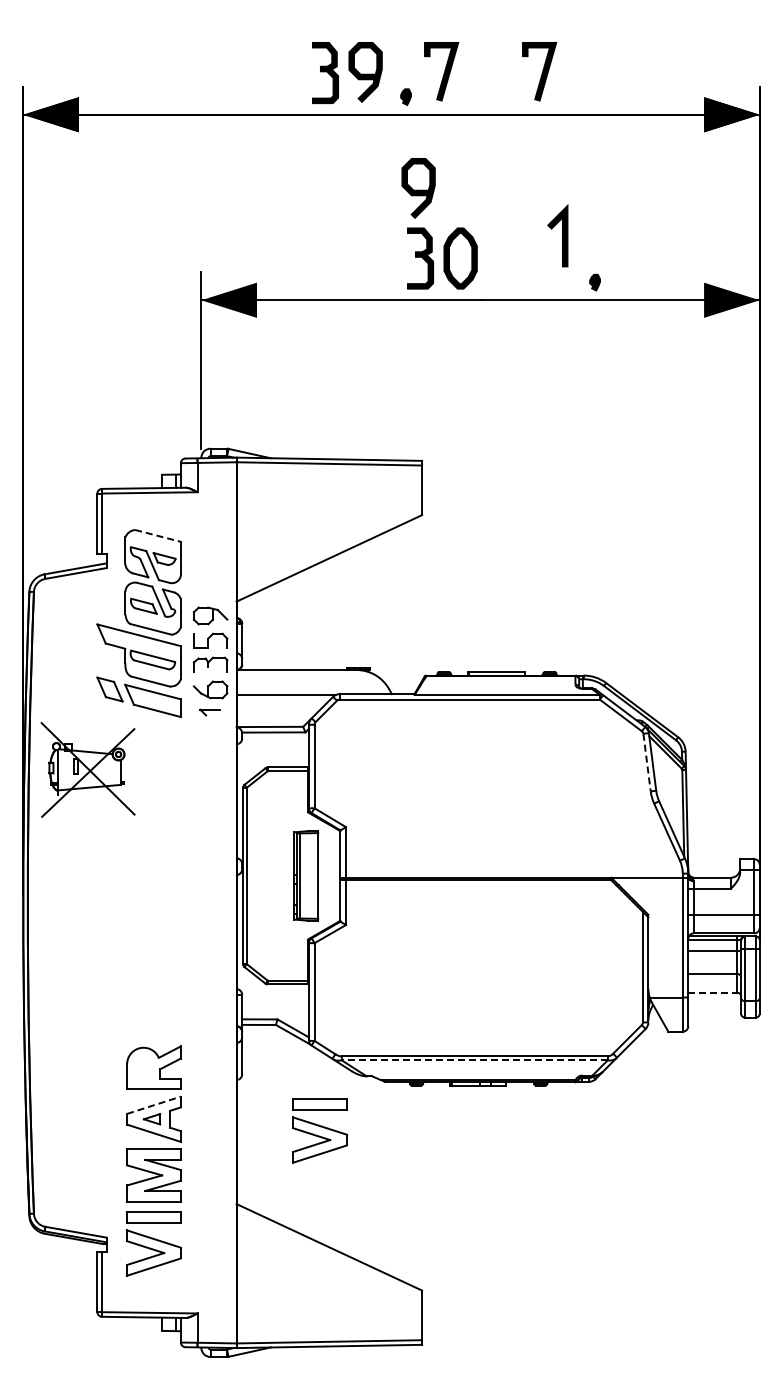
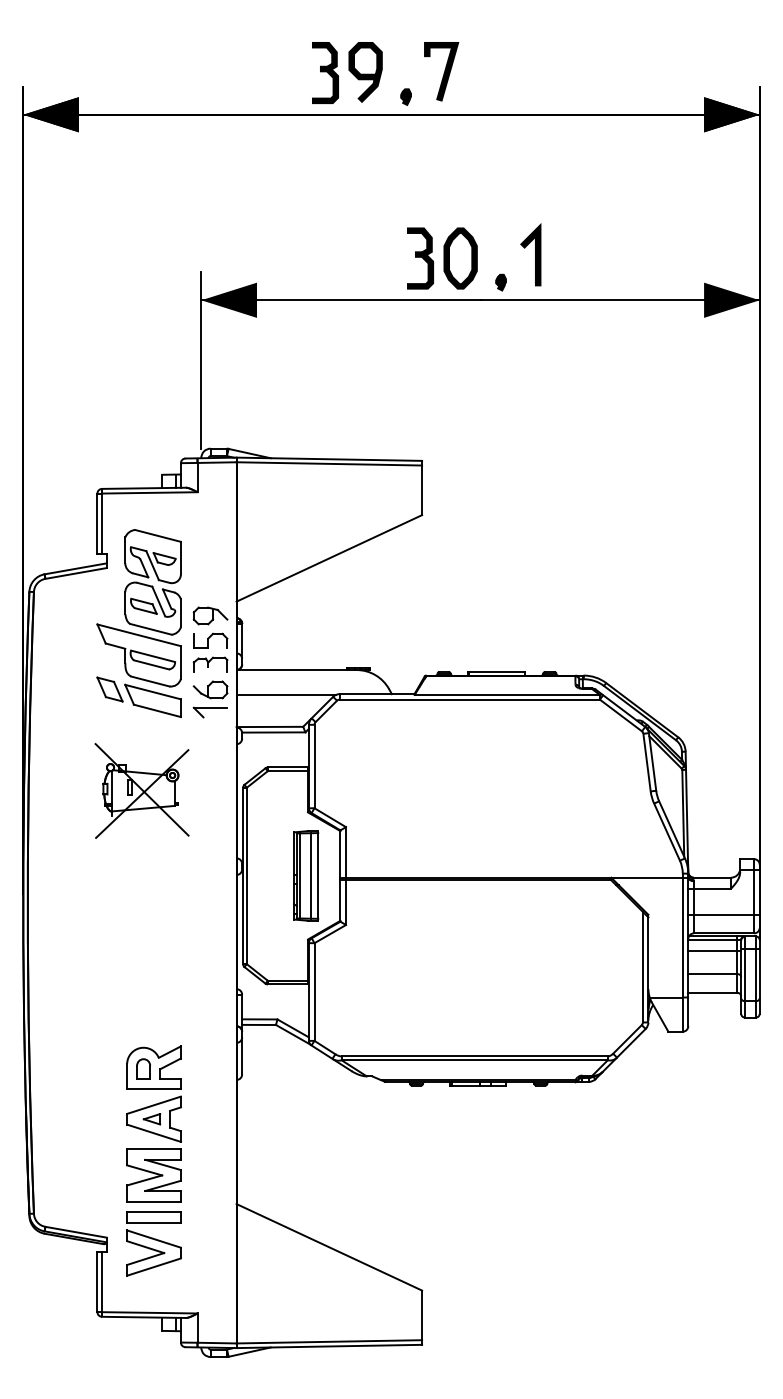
line at (541, 73): present -> none
curve at (418, 189): present -> none
line at (562, 235) position: (562, 235) -> (535, 254)
part at (594, 282) position: (594, 282) -> (500, 282)
line at (158, 535): dashed -> solid
part at (209, 712) size: 22x9 px -> 36x13 px
line at (647, 763): dashed -> solid
part at (87, 769) position: (87, 769) -> (141, 790)
line at (310, 875): none -> present
line at (712, 992): dashed -> solid
line at (474, 1060): dashed -> solid
part at (143, 1068): none -> present
line at (154, 1105): dashed -> solid
part at (319, 1130): present -> none
